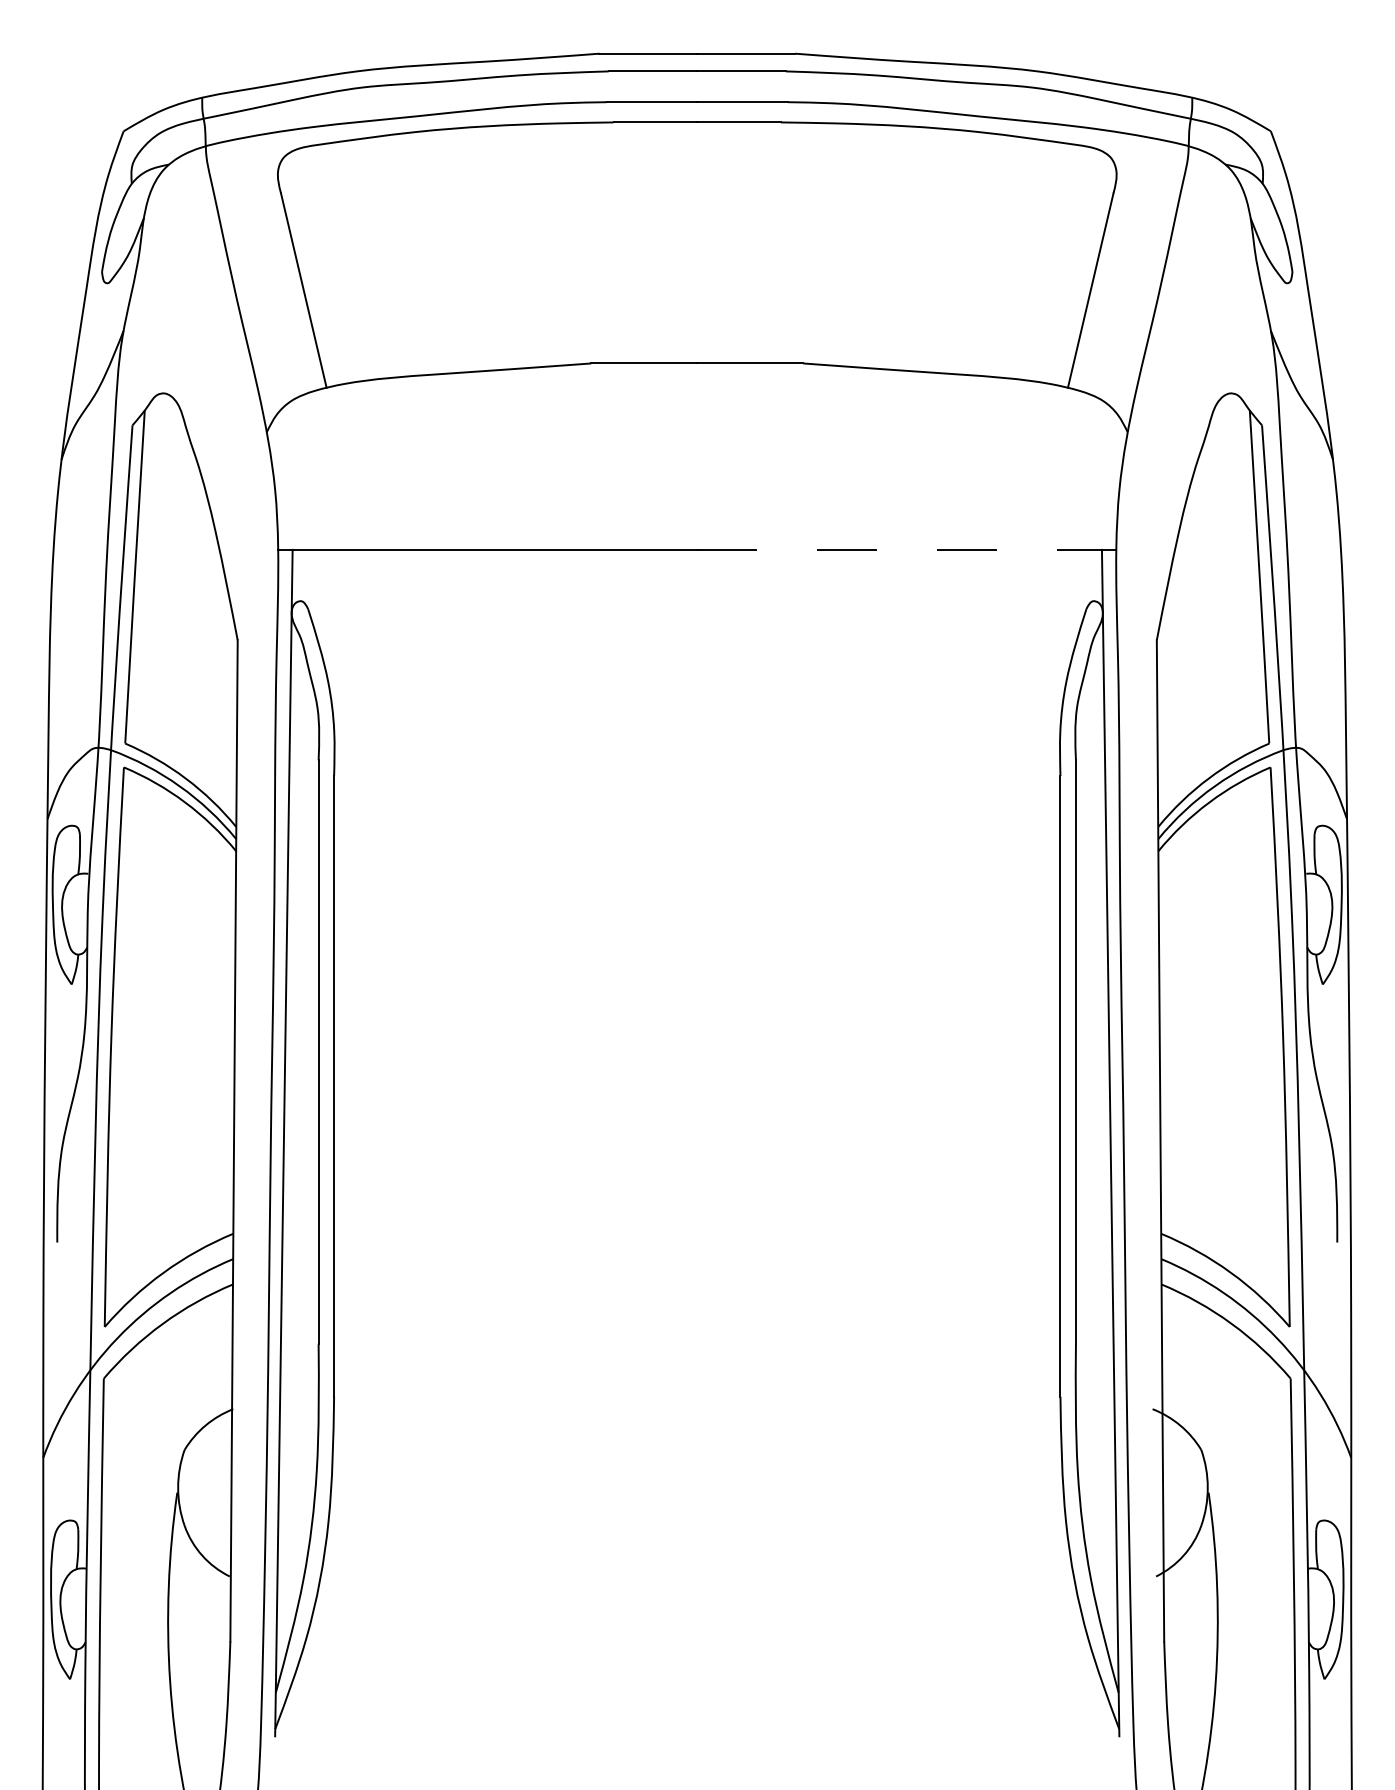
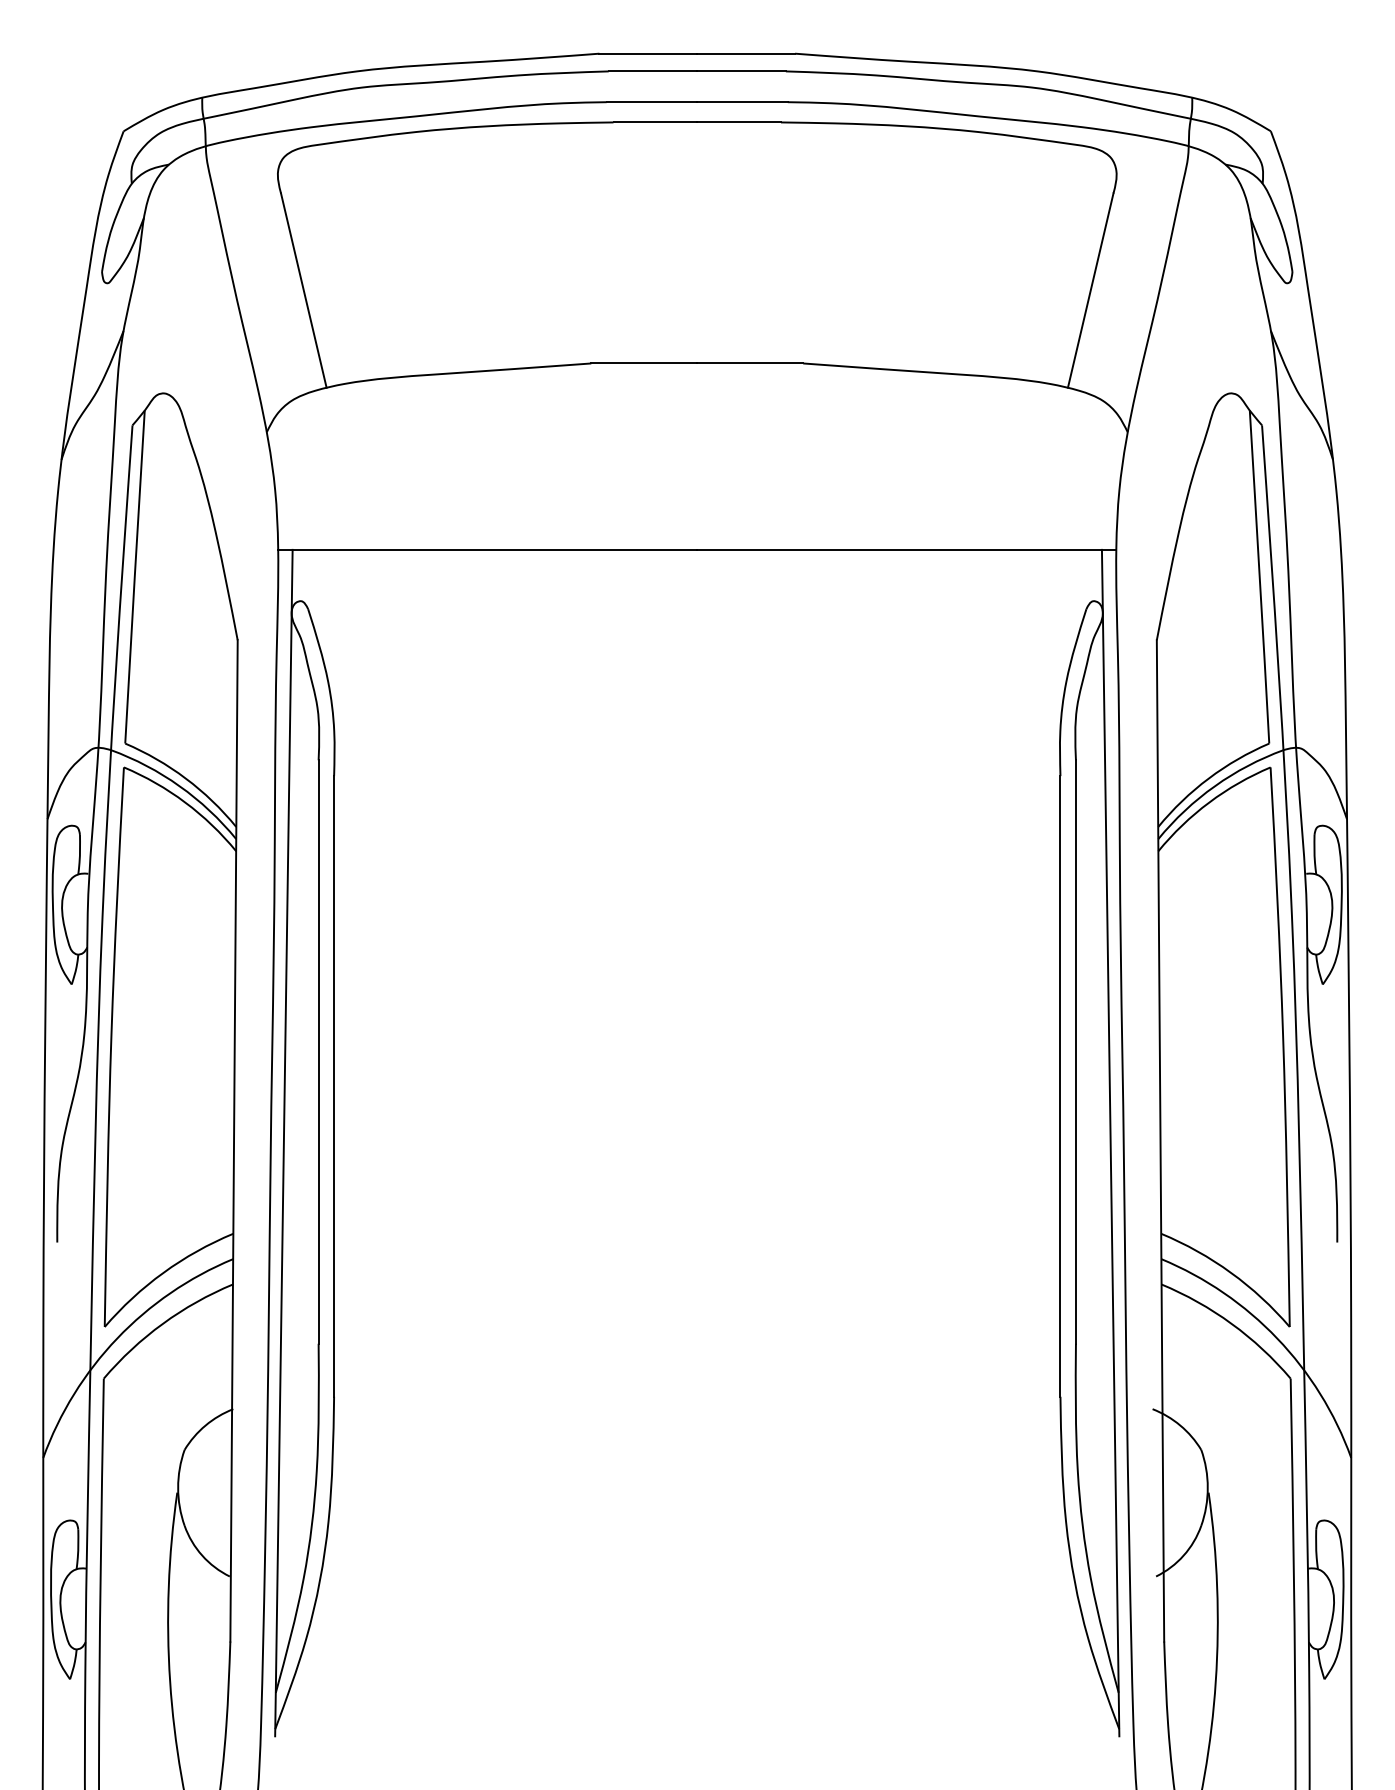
line at (906, 549): dashed -> solid
